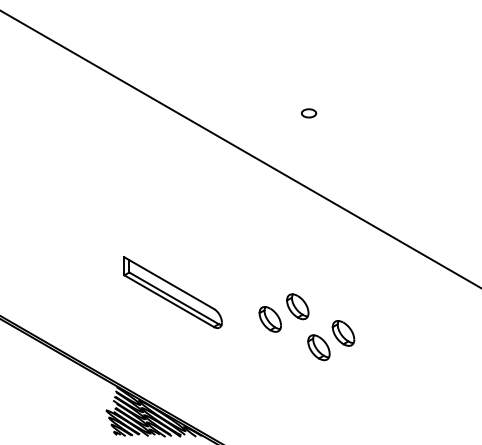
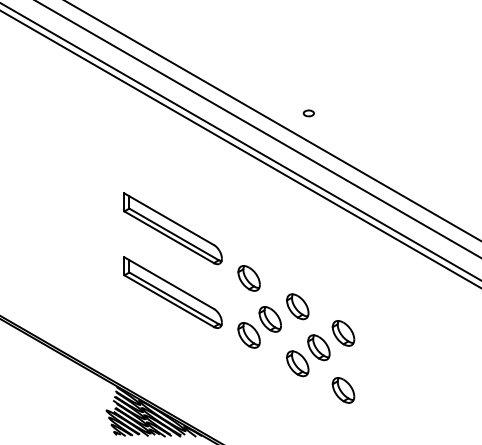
part at (308, 113) size: 18x11 px -> 13x9 px
line at (272, 120): none -> present
line at (258, 129): none -> present
line at (240, 141): none -> present
part at (172, 228): none -> present
part at (248, 278): none -> present
part at (248, 335): none -> present
part at (297, 363): none -> present
part at (343, 390): none -> present
